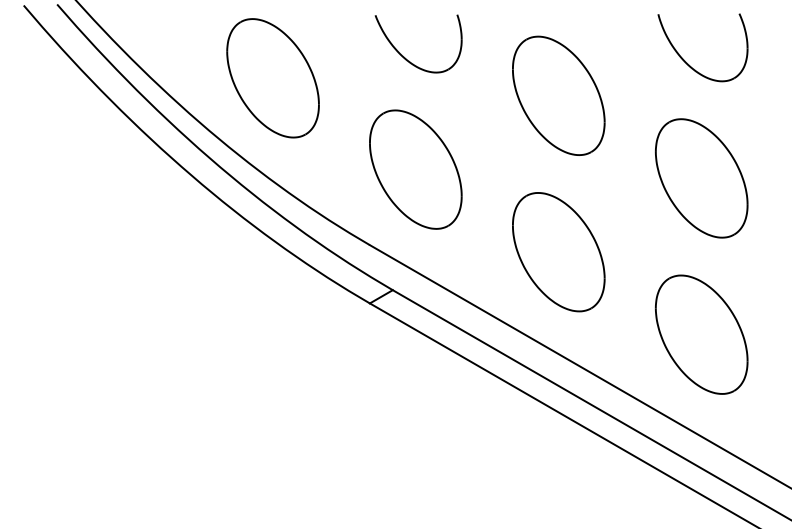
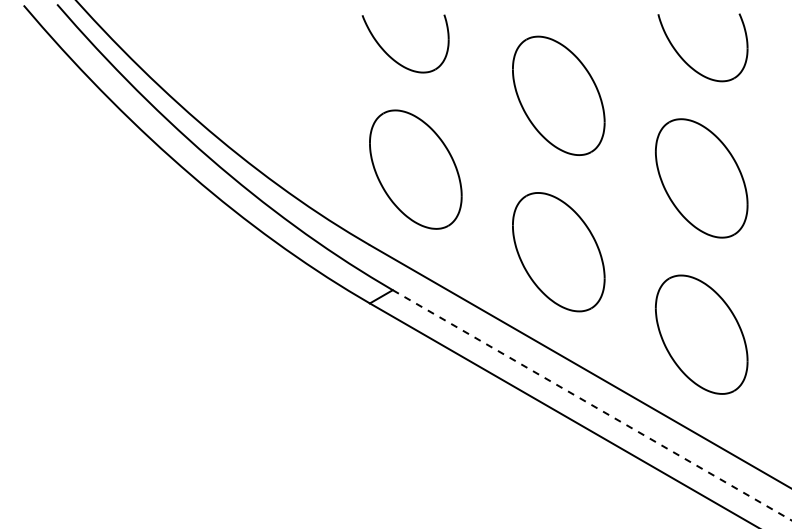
part at (404, 56) position: (404, 56) -> (391, 56)
part at (272, 78): present -> none
line at (591, 405): solid -> dashed
